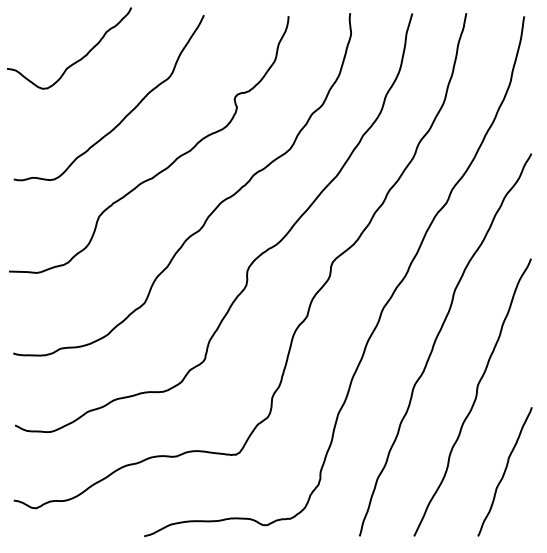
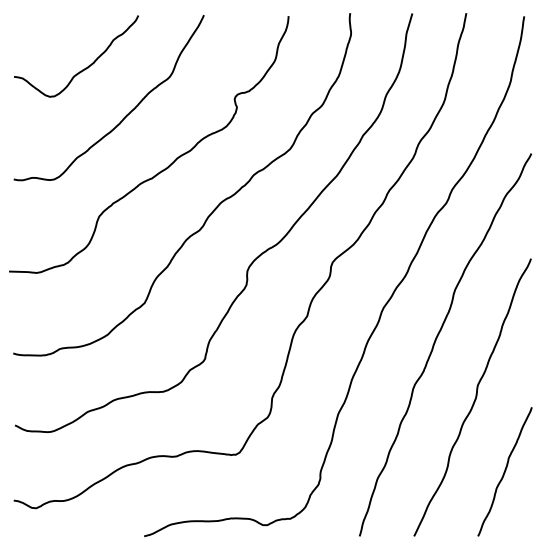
curve at (78, 59) position: (78, 59) -> (85, 67)
